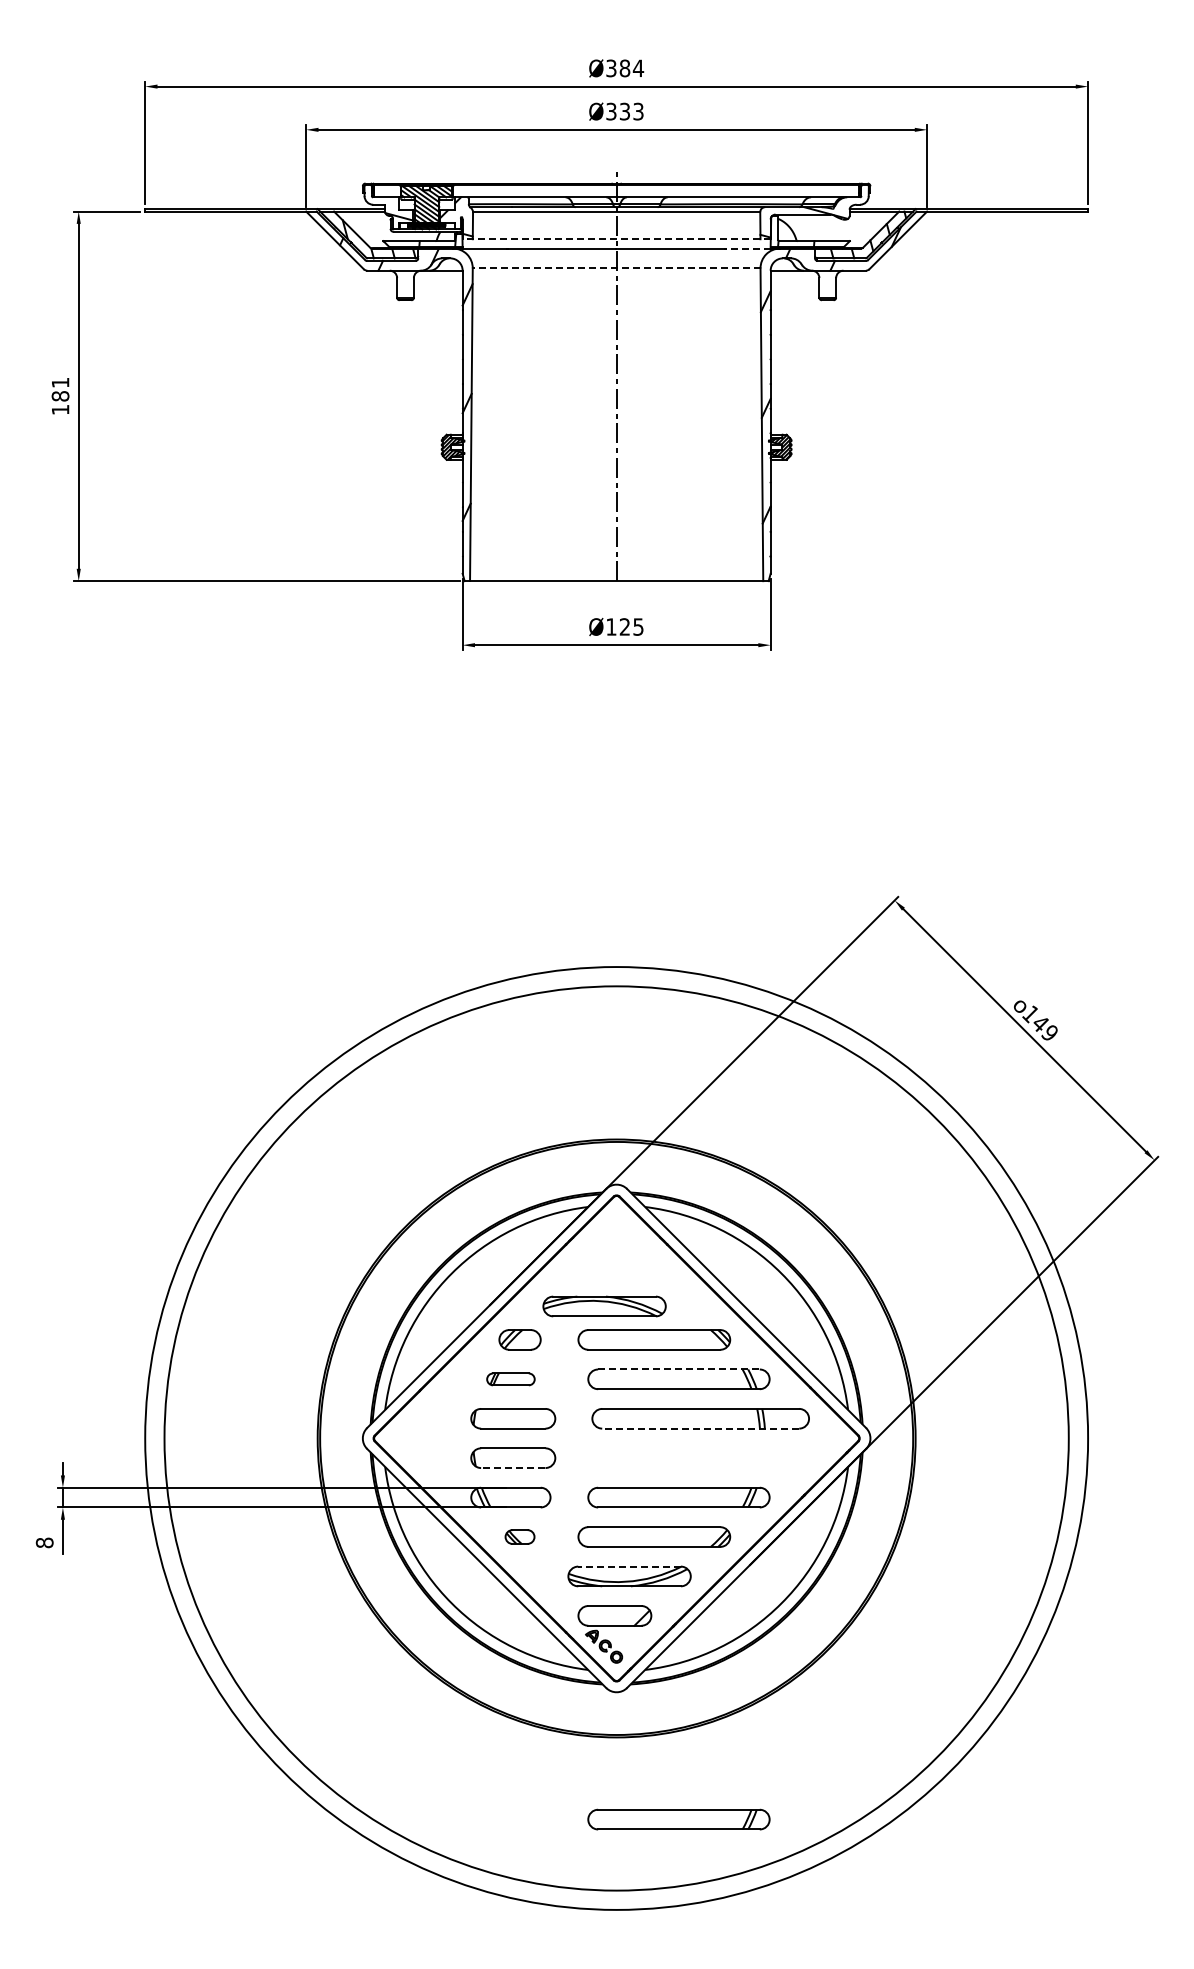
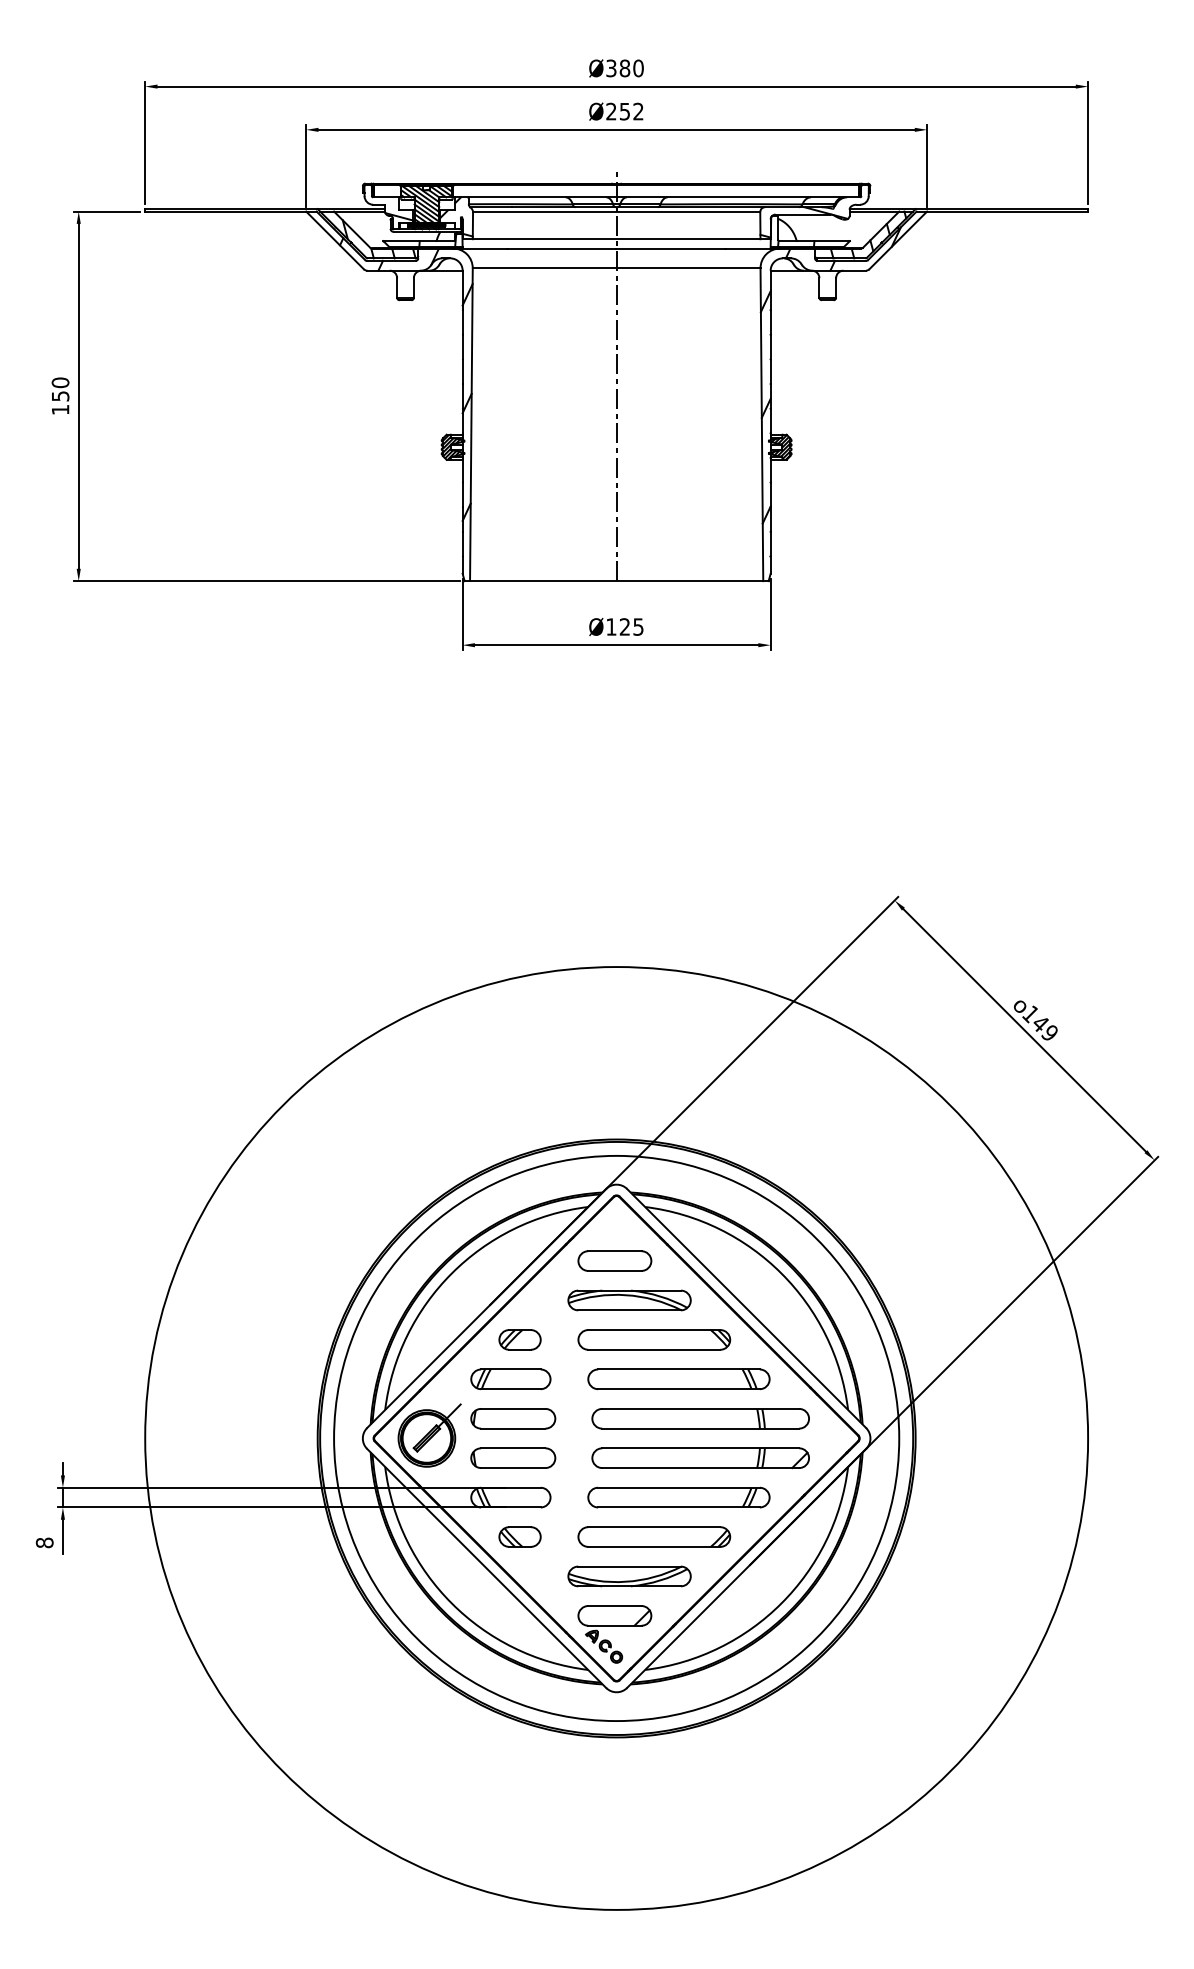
text at (638, 68): Ø384 -> Ø380
text at (624, 111): Ø333 -> Ø252
line at (616, 239): dashed -> solid
line at (747, 248): dashed -> solid
line at (616, 268): dashed -> solid
text at (60, 389): 181 -> 150
part at (614, 1260): none -> present
part at (604, 1306) position: (604, 1306) -> (629, 1300)
line at (678, 1369): dashed -> solid
part at (510, 1379) size: 50x15 px -> 82x23 px
line at (700, 1428): dashed -> solid
part at (429, 1435): none -> present
circle at (616, 1438) diameter: 904 px -> 565 px
part at (700, 1458): none -> present
line at (512, 1468): dashed -> solid
part at (519, 1536) size: 32x16 px -> 44x22 px
line at (629, 1566): dashed -> solid
part at (678, 1819): present -> none
